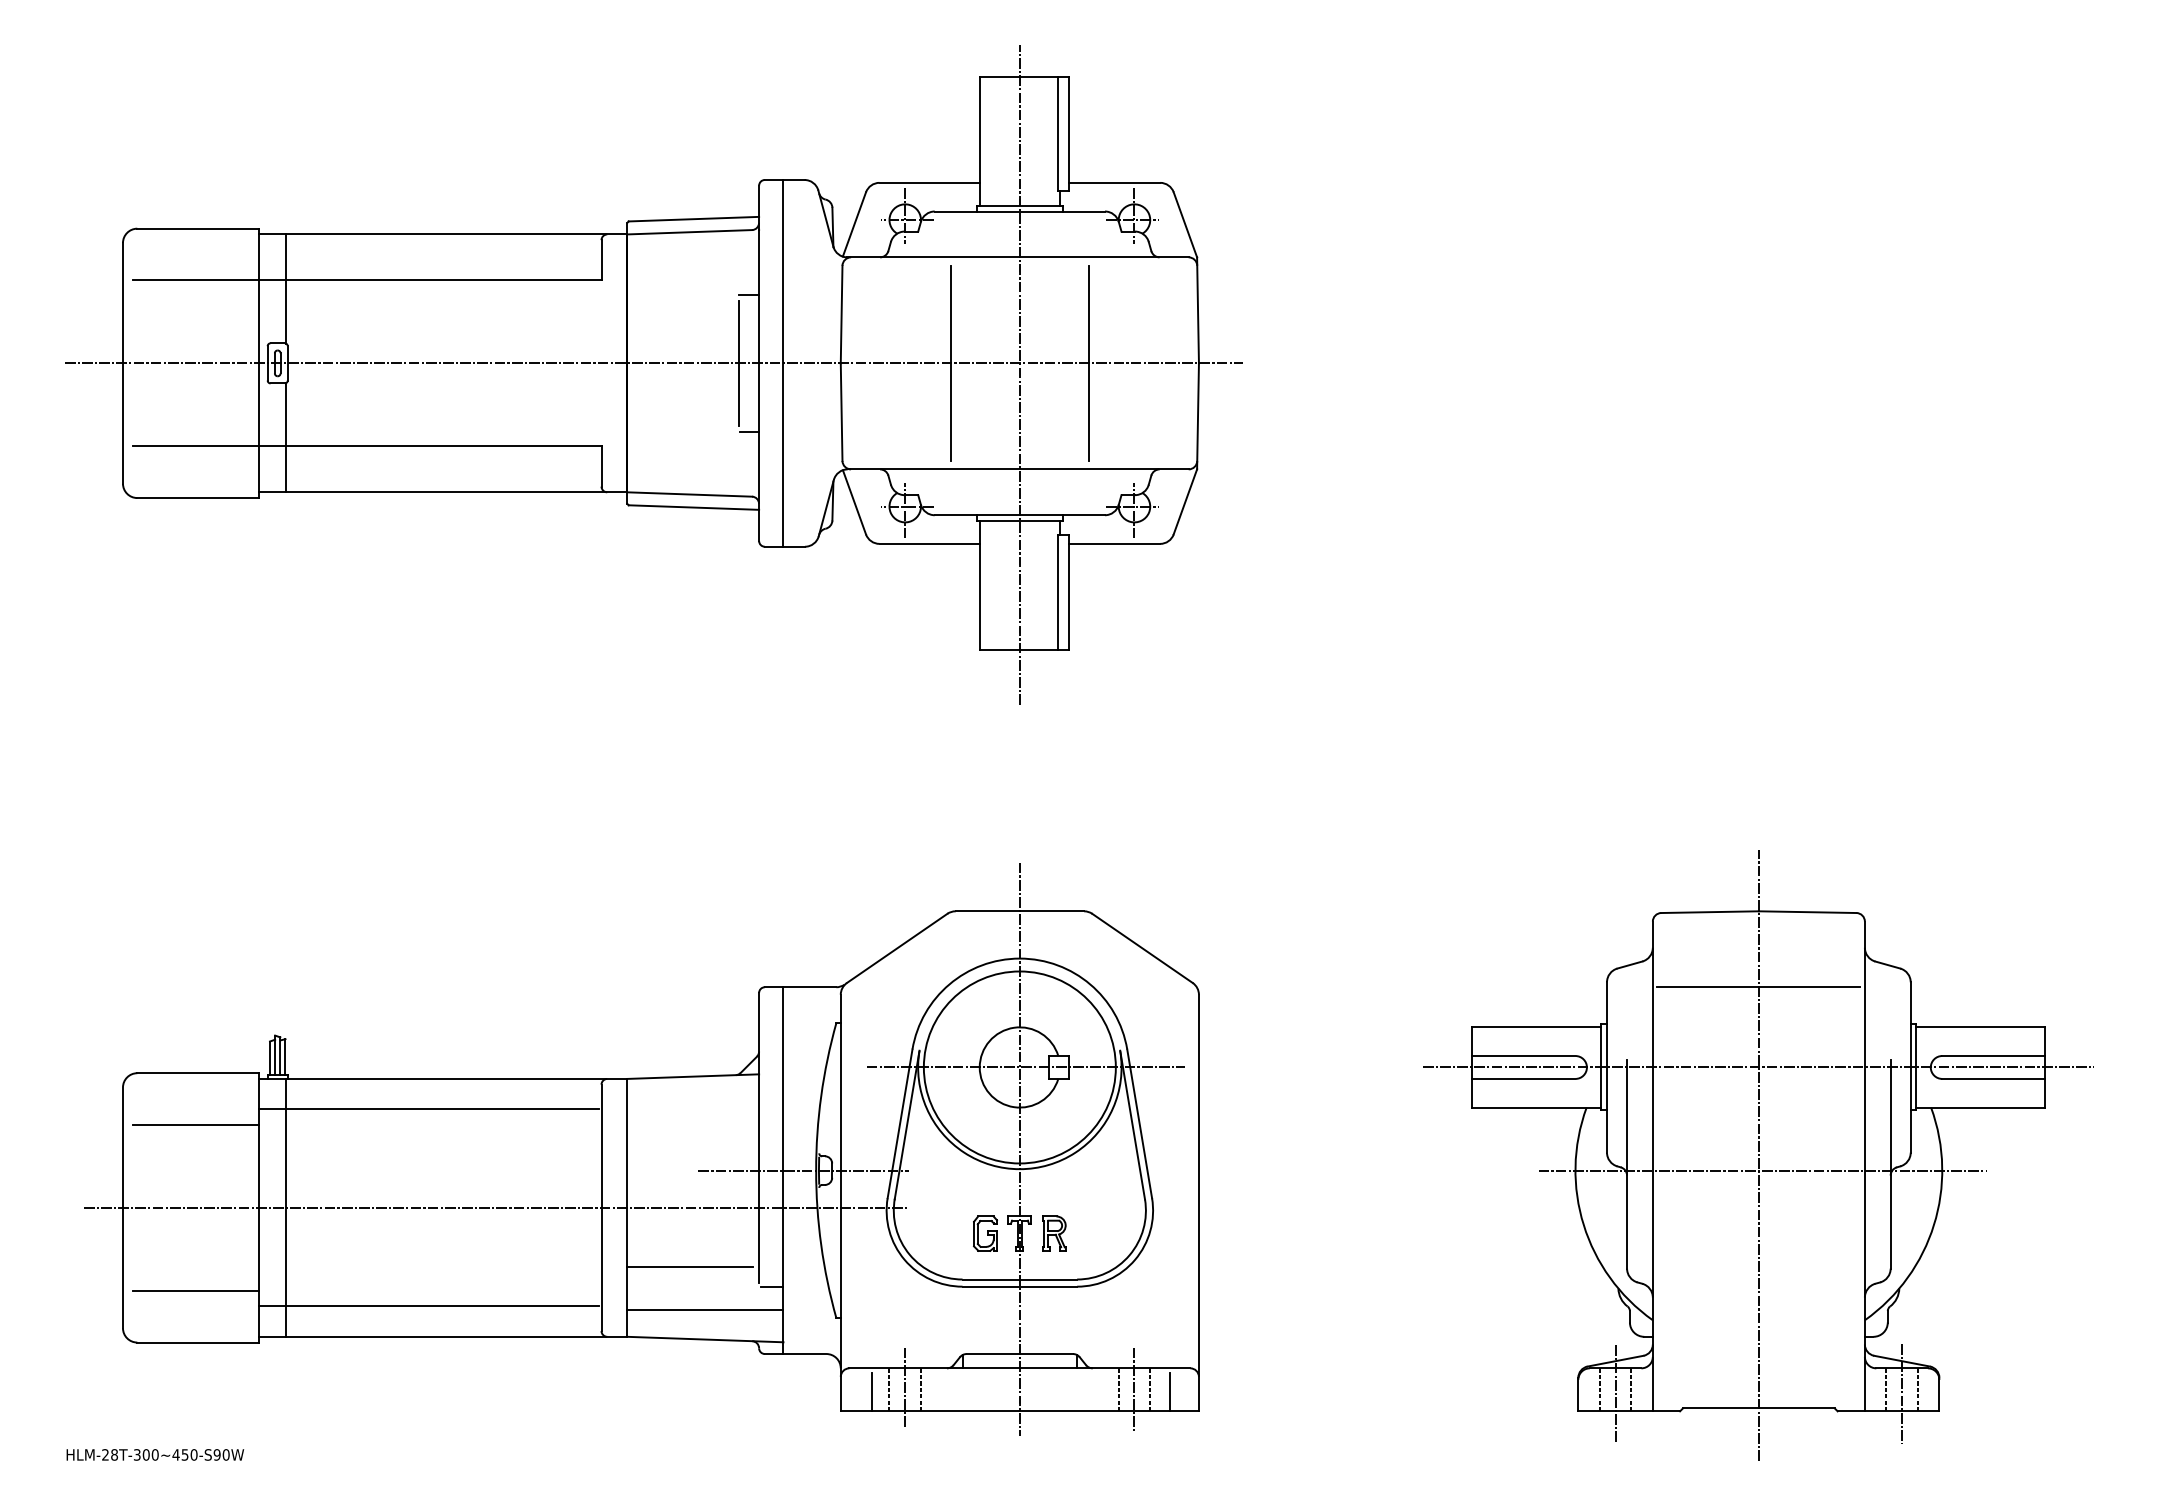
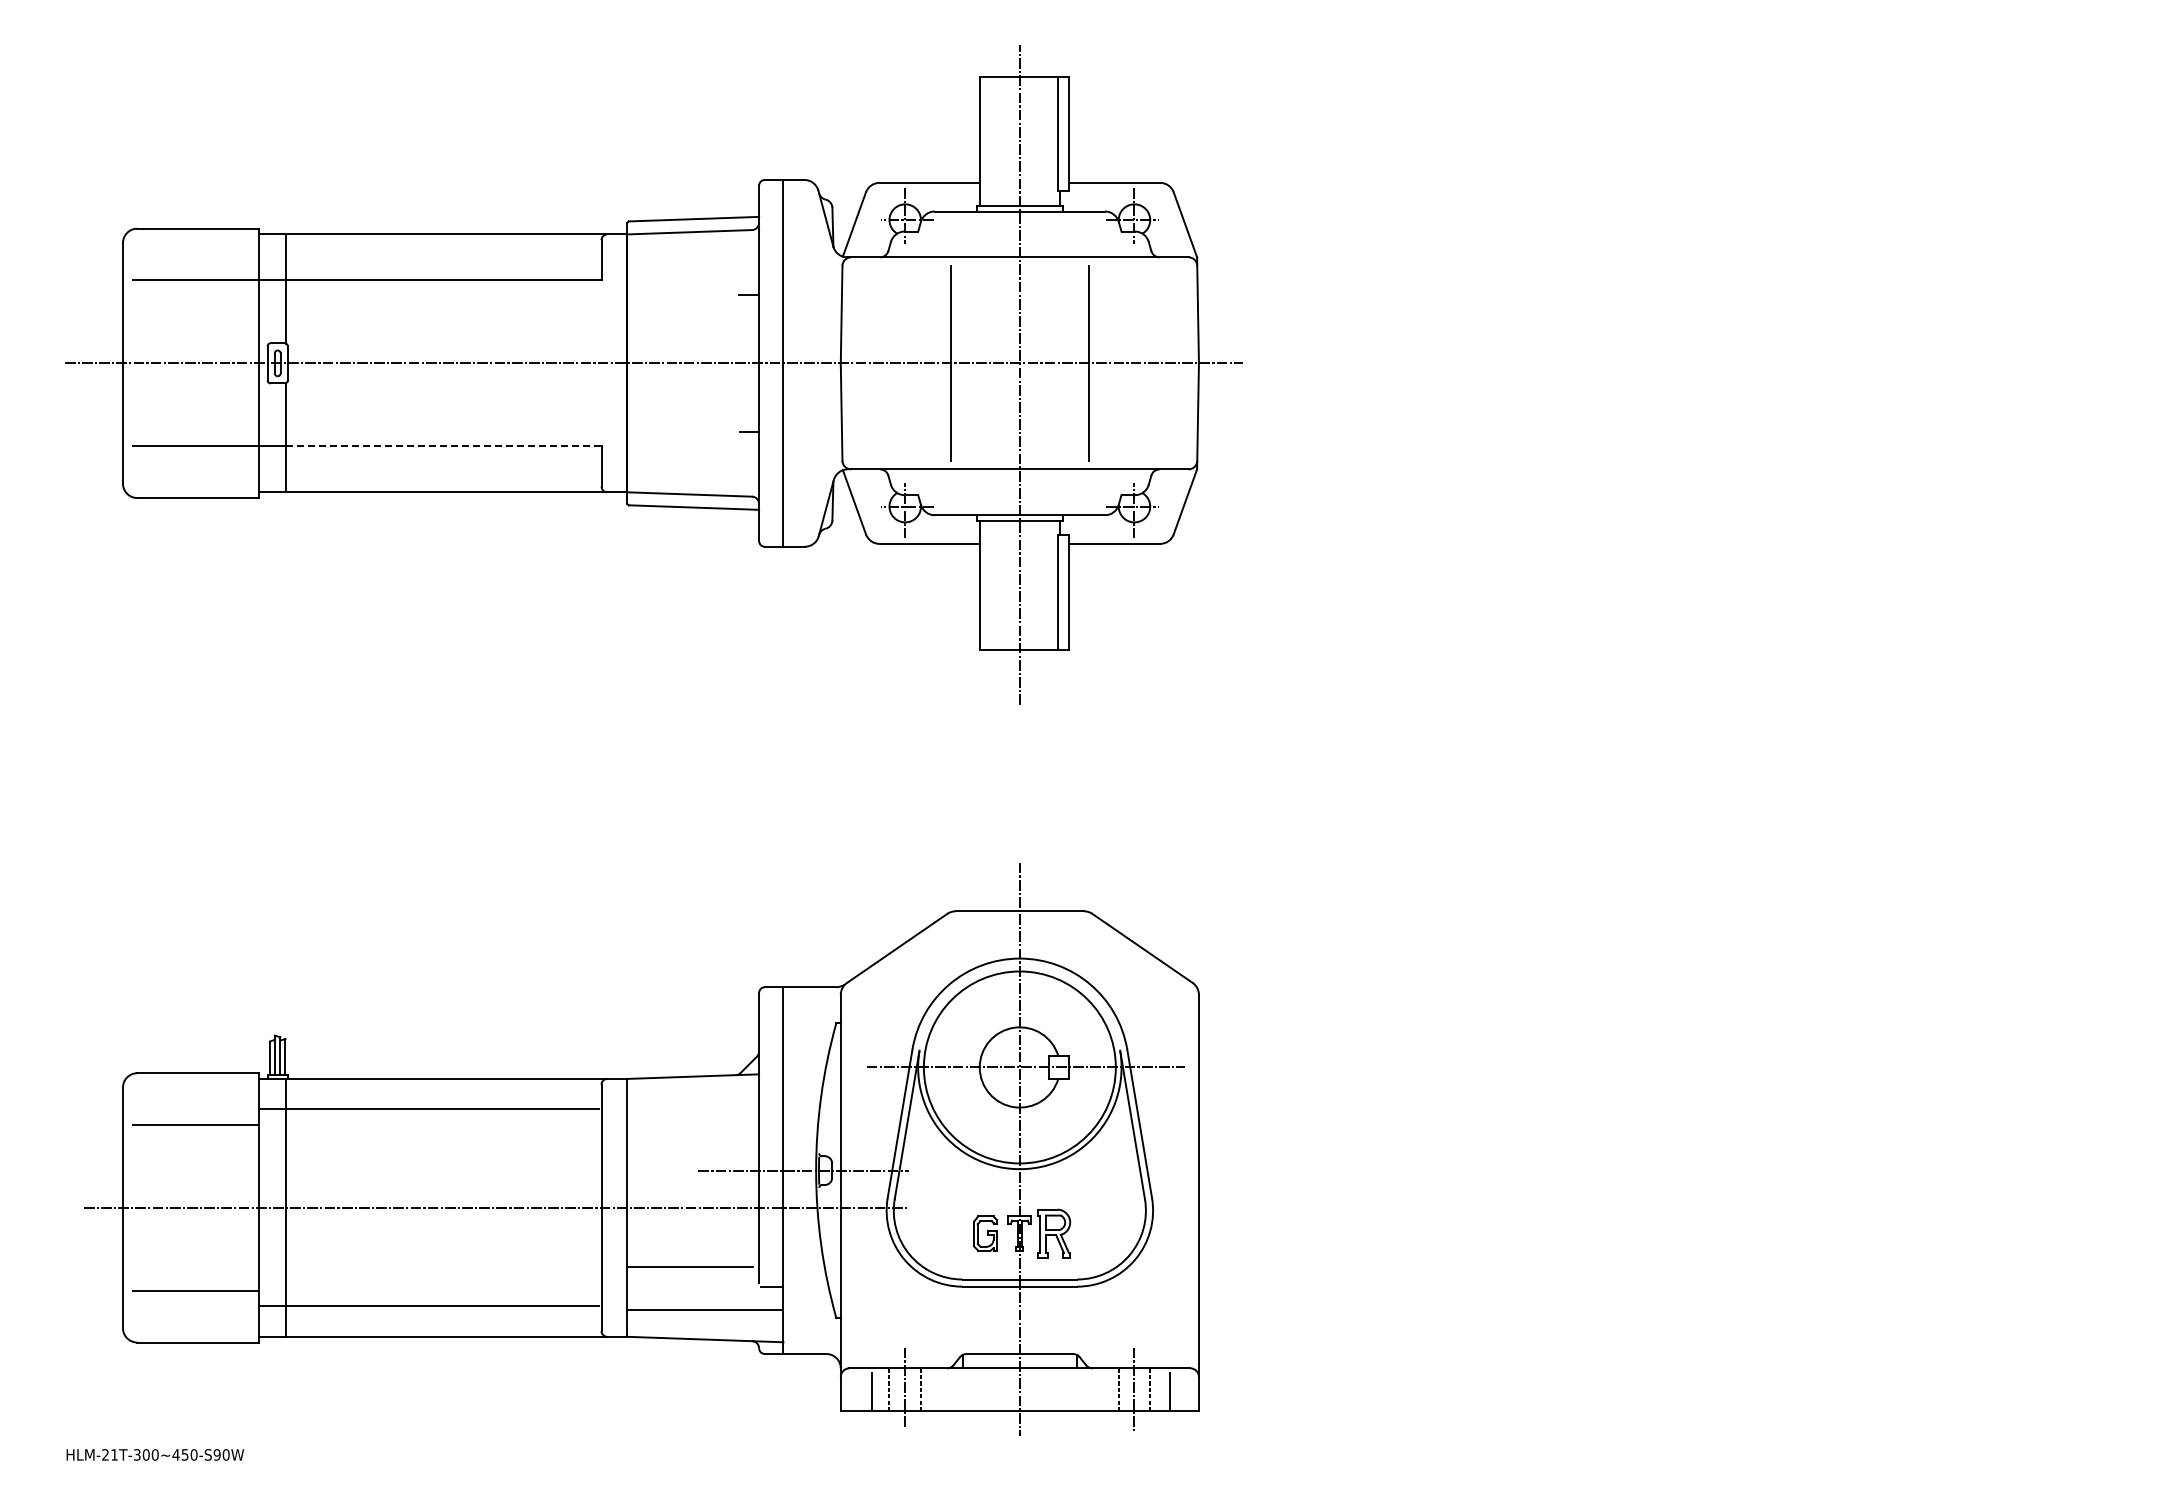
line at (738, 363): present -> none
line at (443, 446): solid -> dashed
part at (1758, 1155): present -> none
part at (1054, 1233) size: 25x37 px -> 35x51 px
text at (114, 1454): HLM-28T-300~450-S90W -> HLM-21T-300~450-S90W
